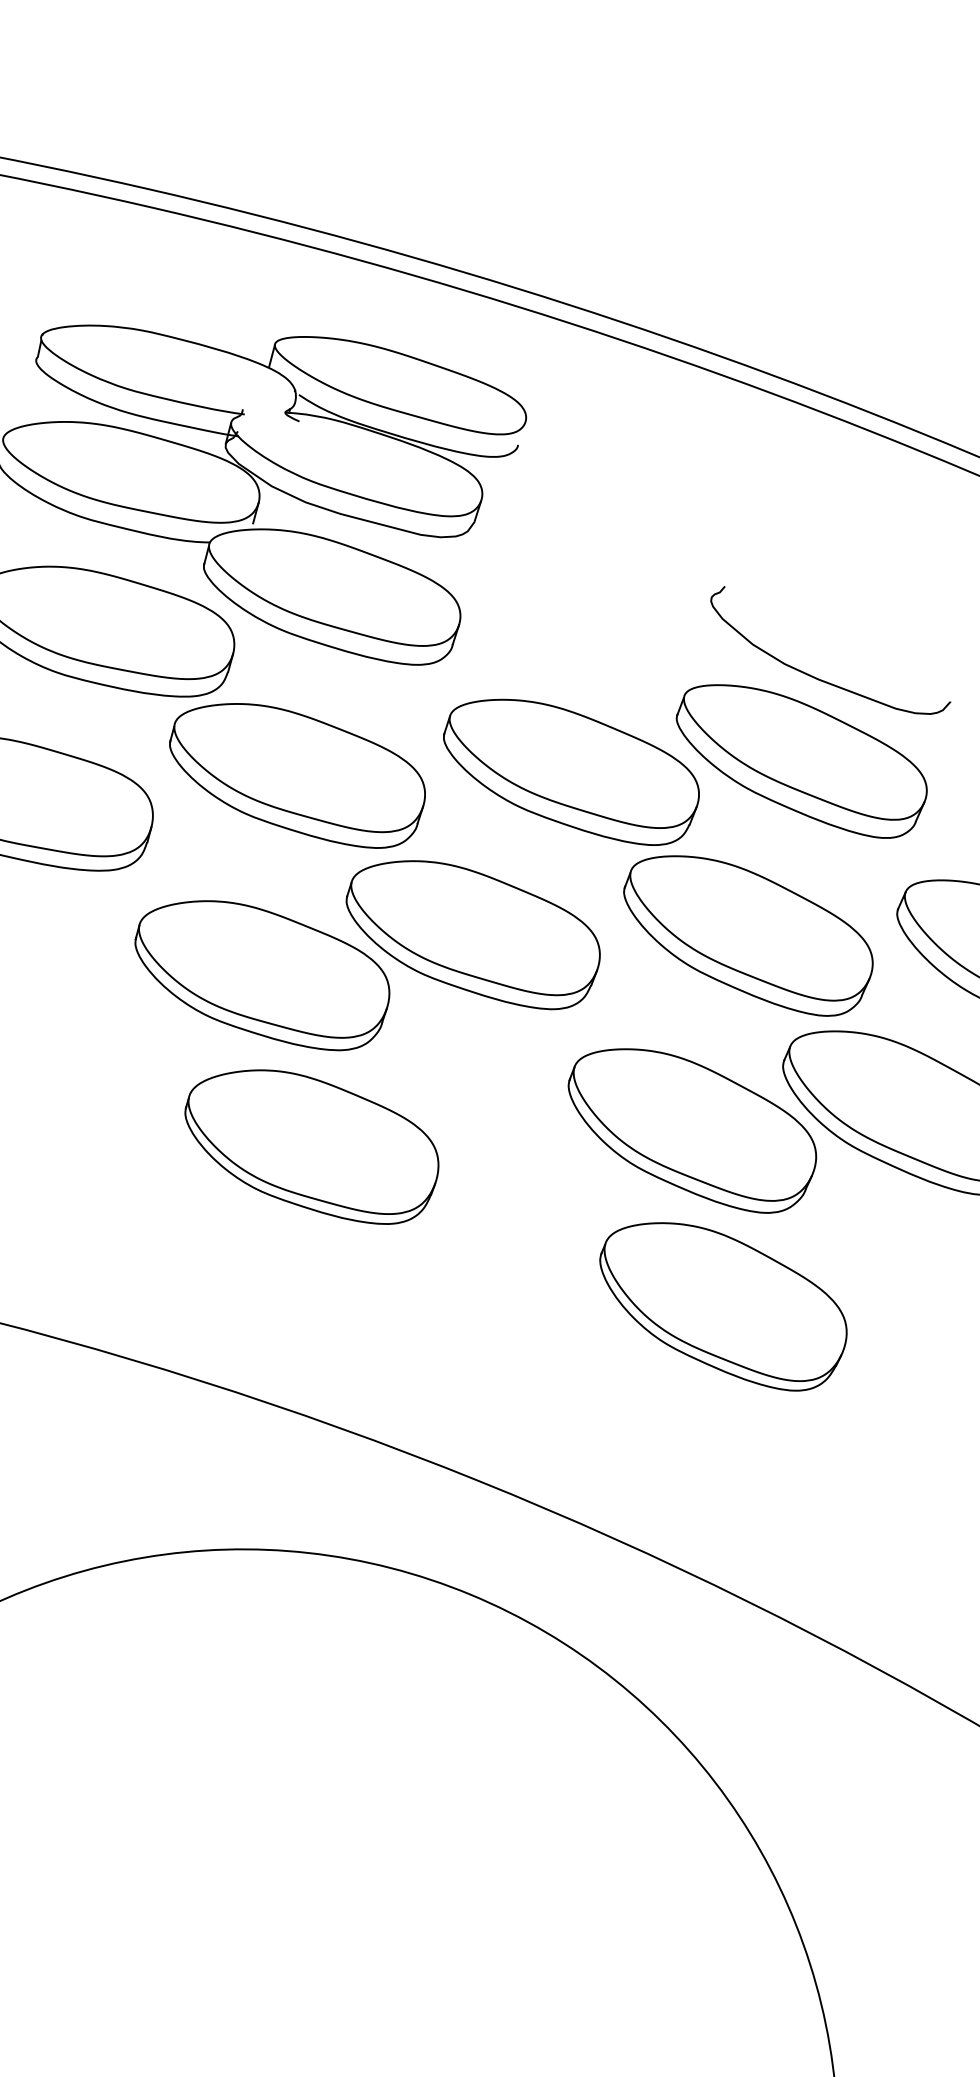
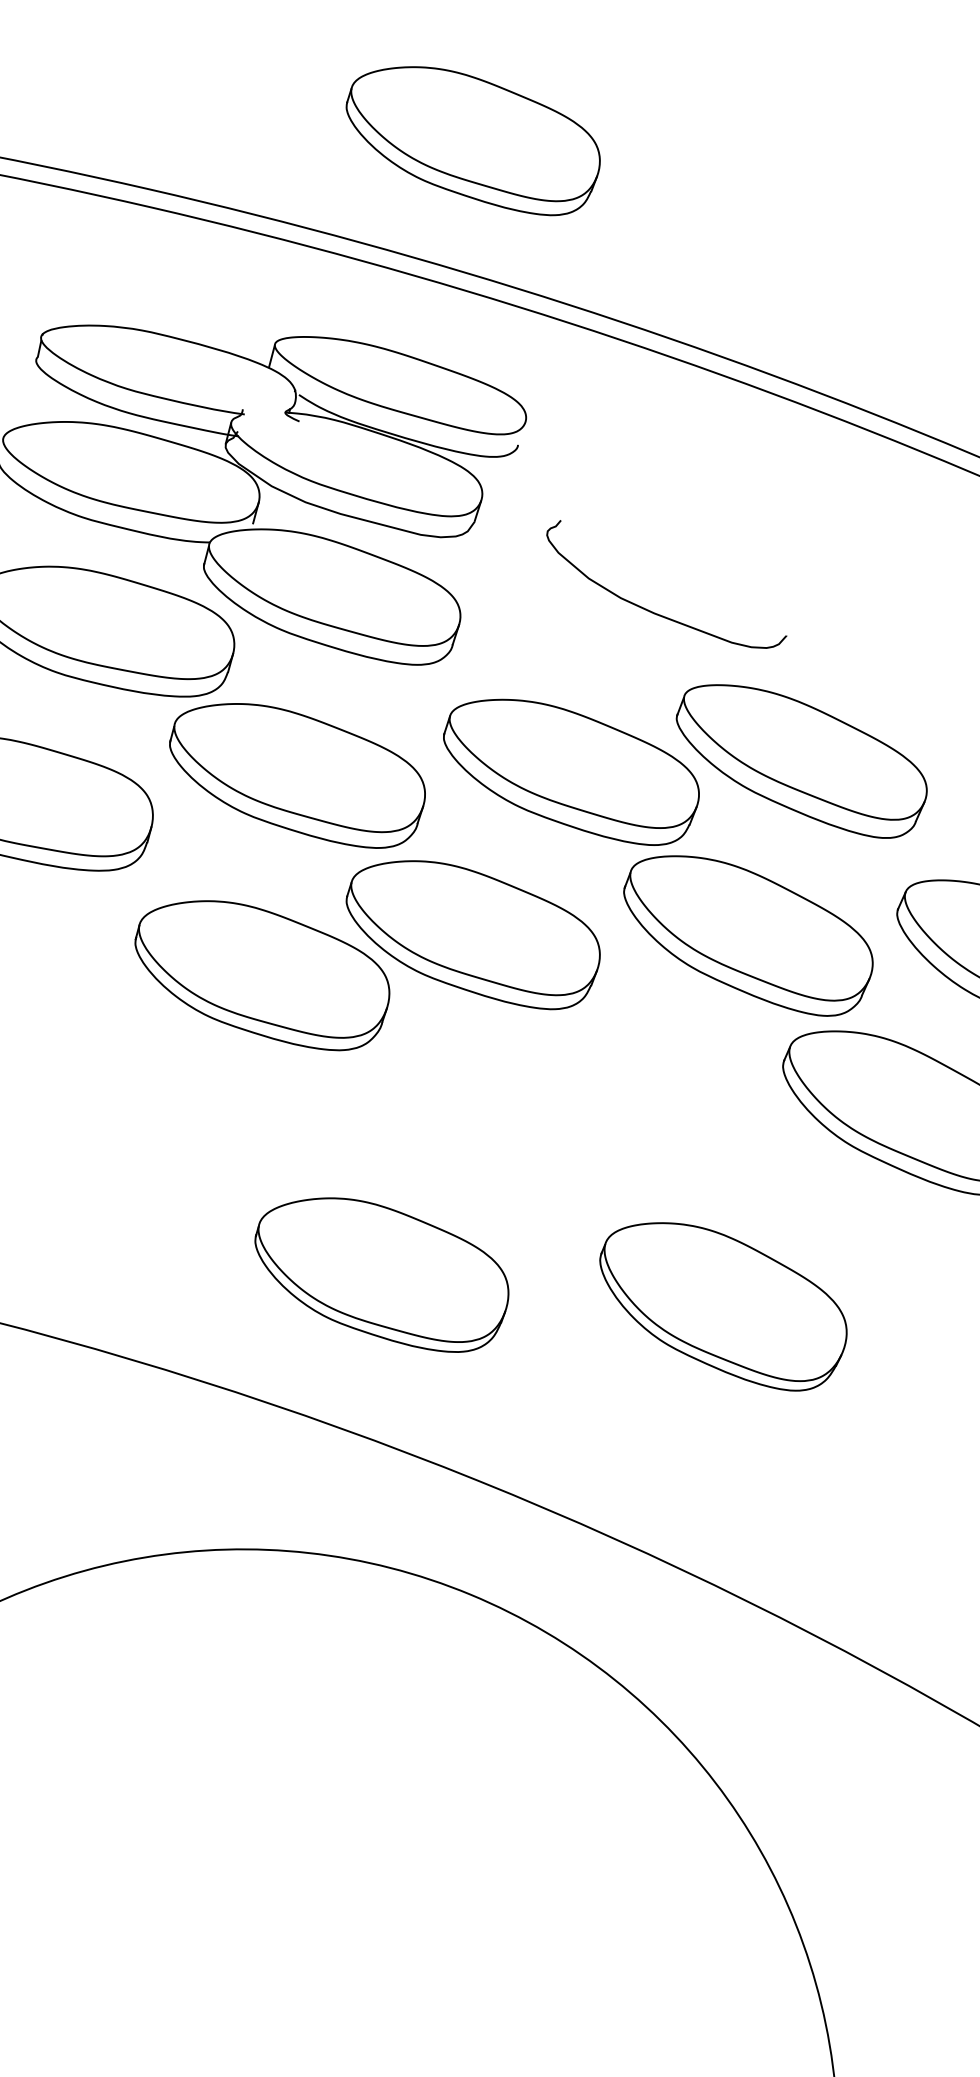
part at (472, 141): none -> present
curve at (819, 678) position: (819, 678) -> (655, 612)
part at (692, 1130): present -> none
part at (311, 1146) position: (311, 1146) -> (381, 1274)
